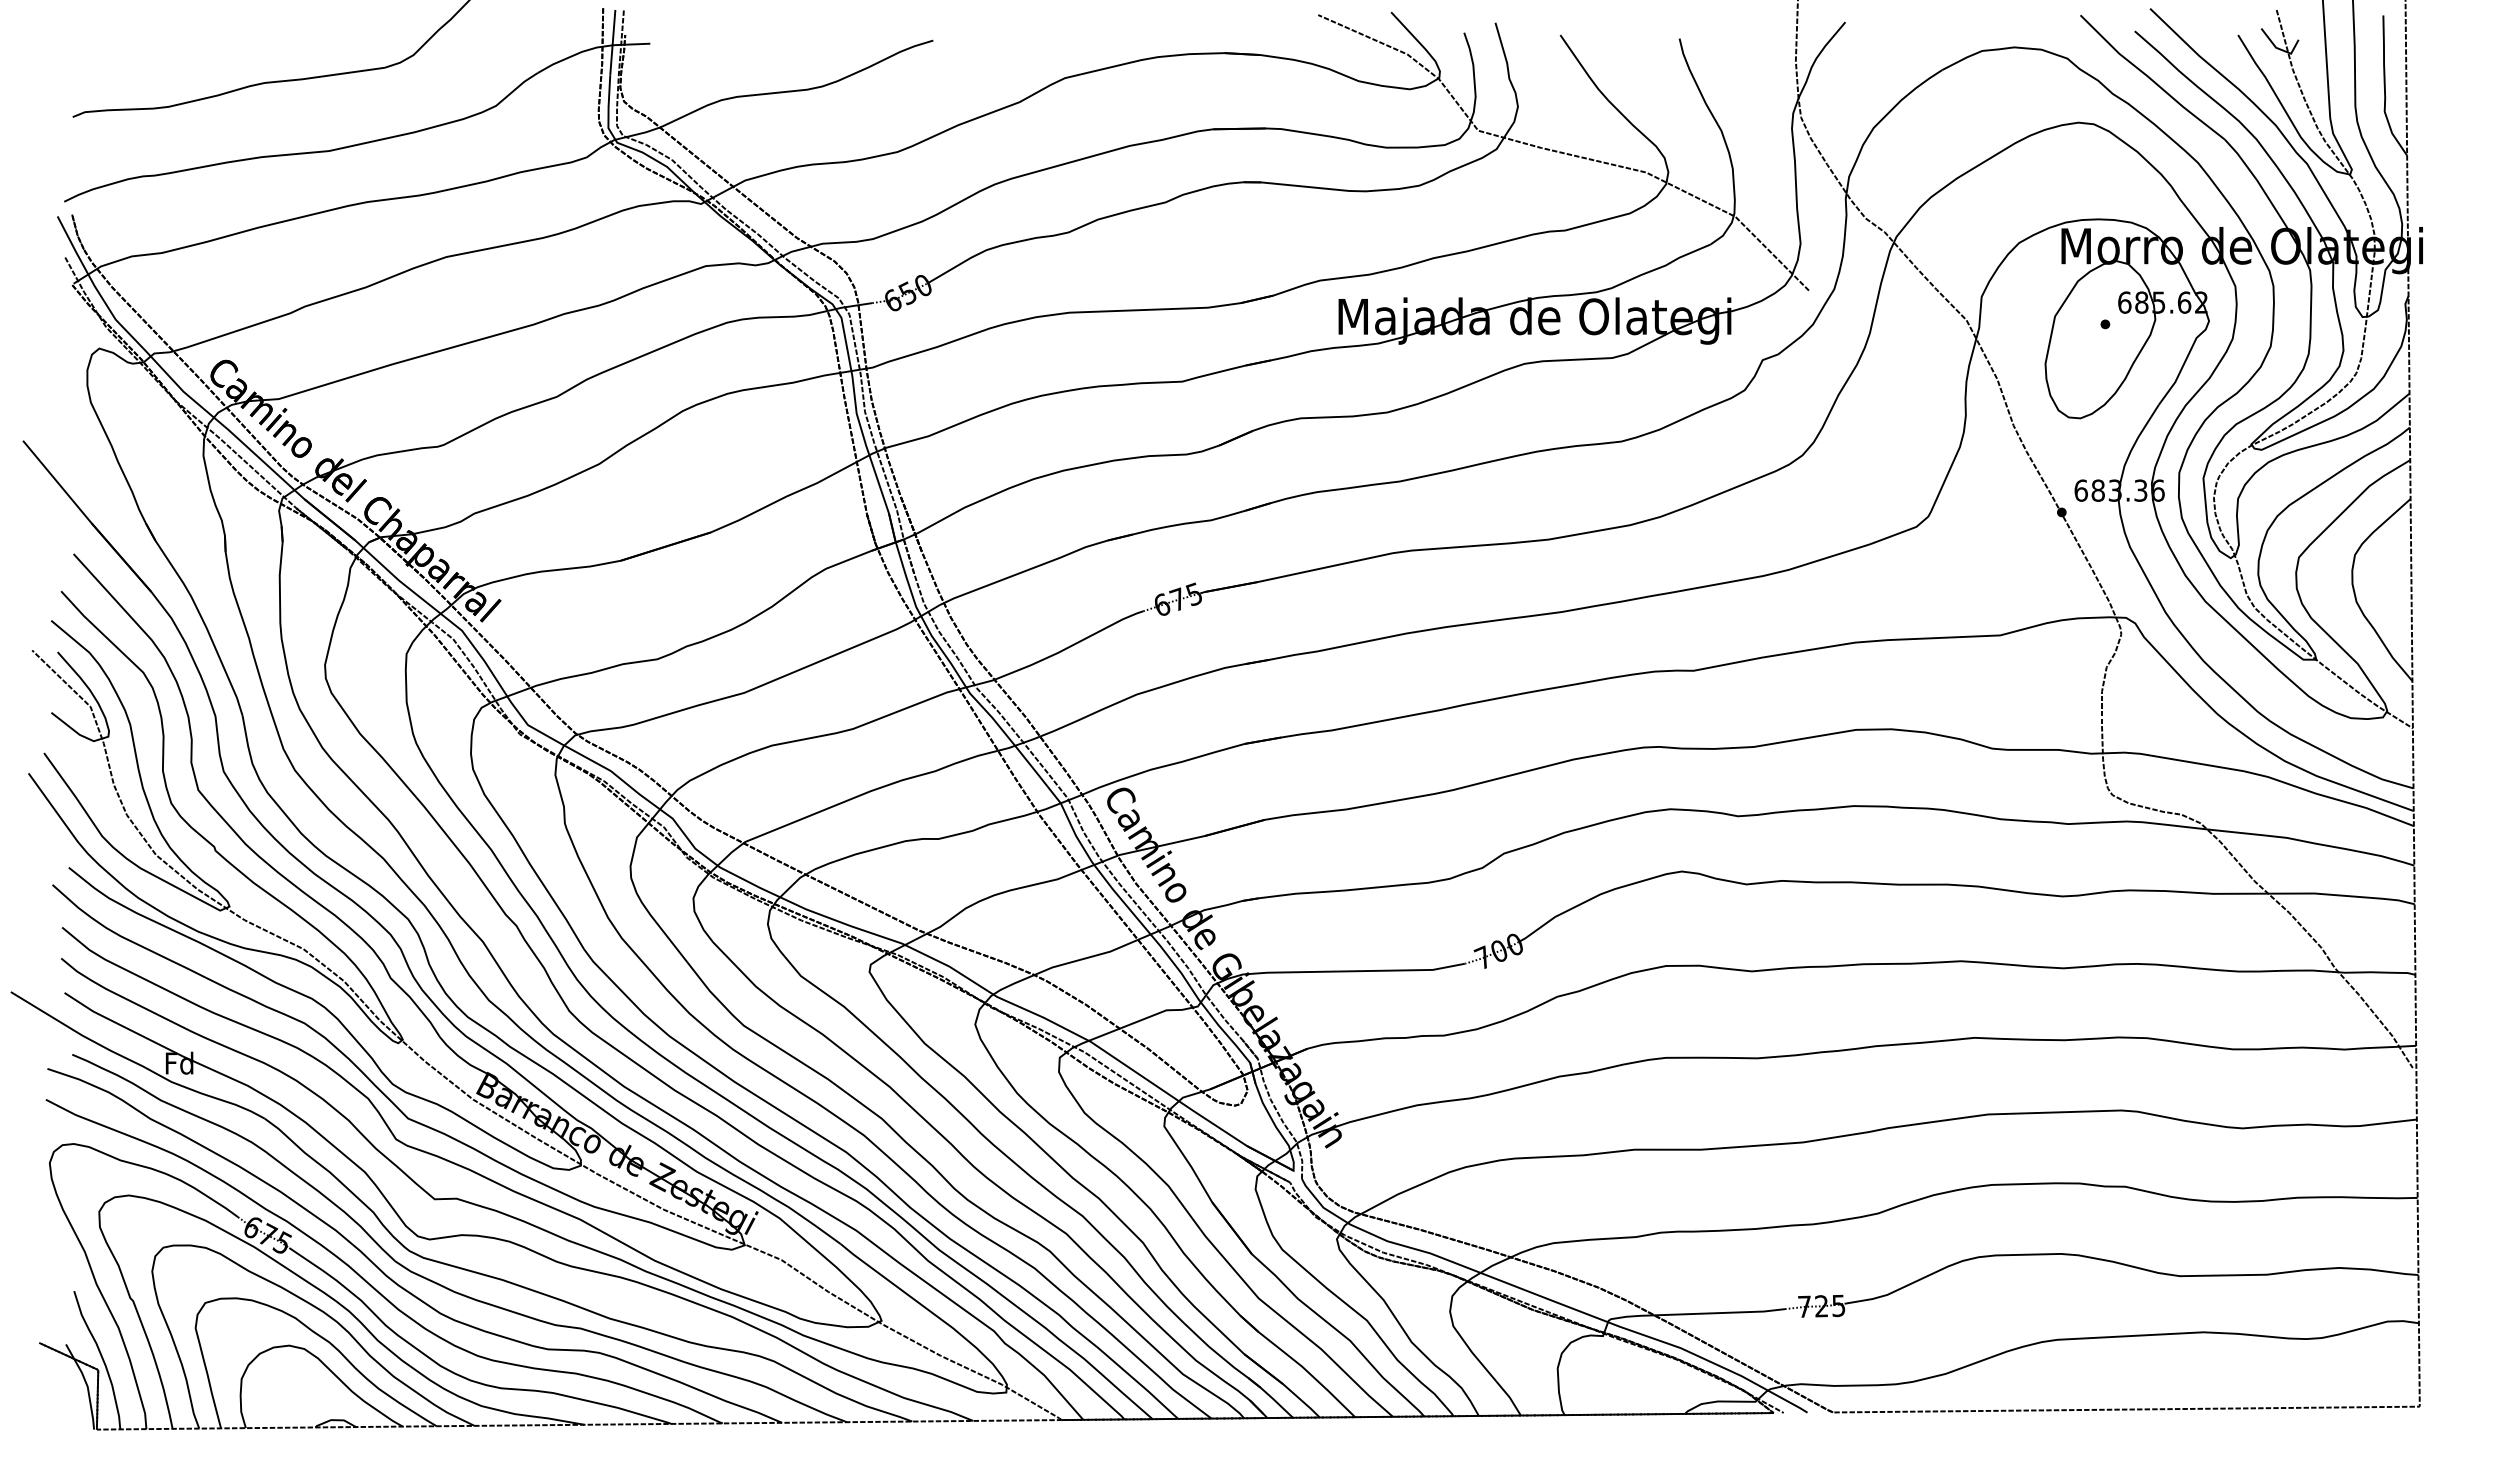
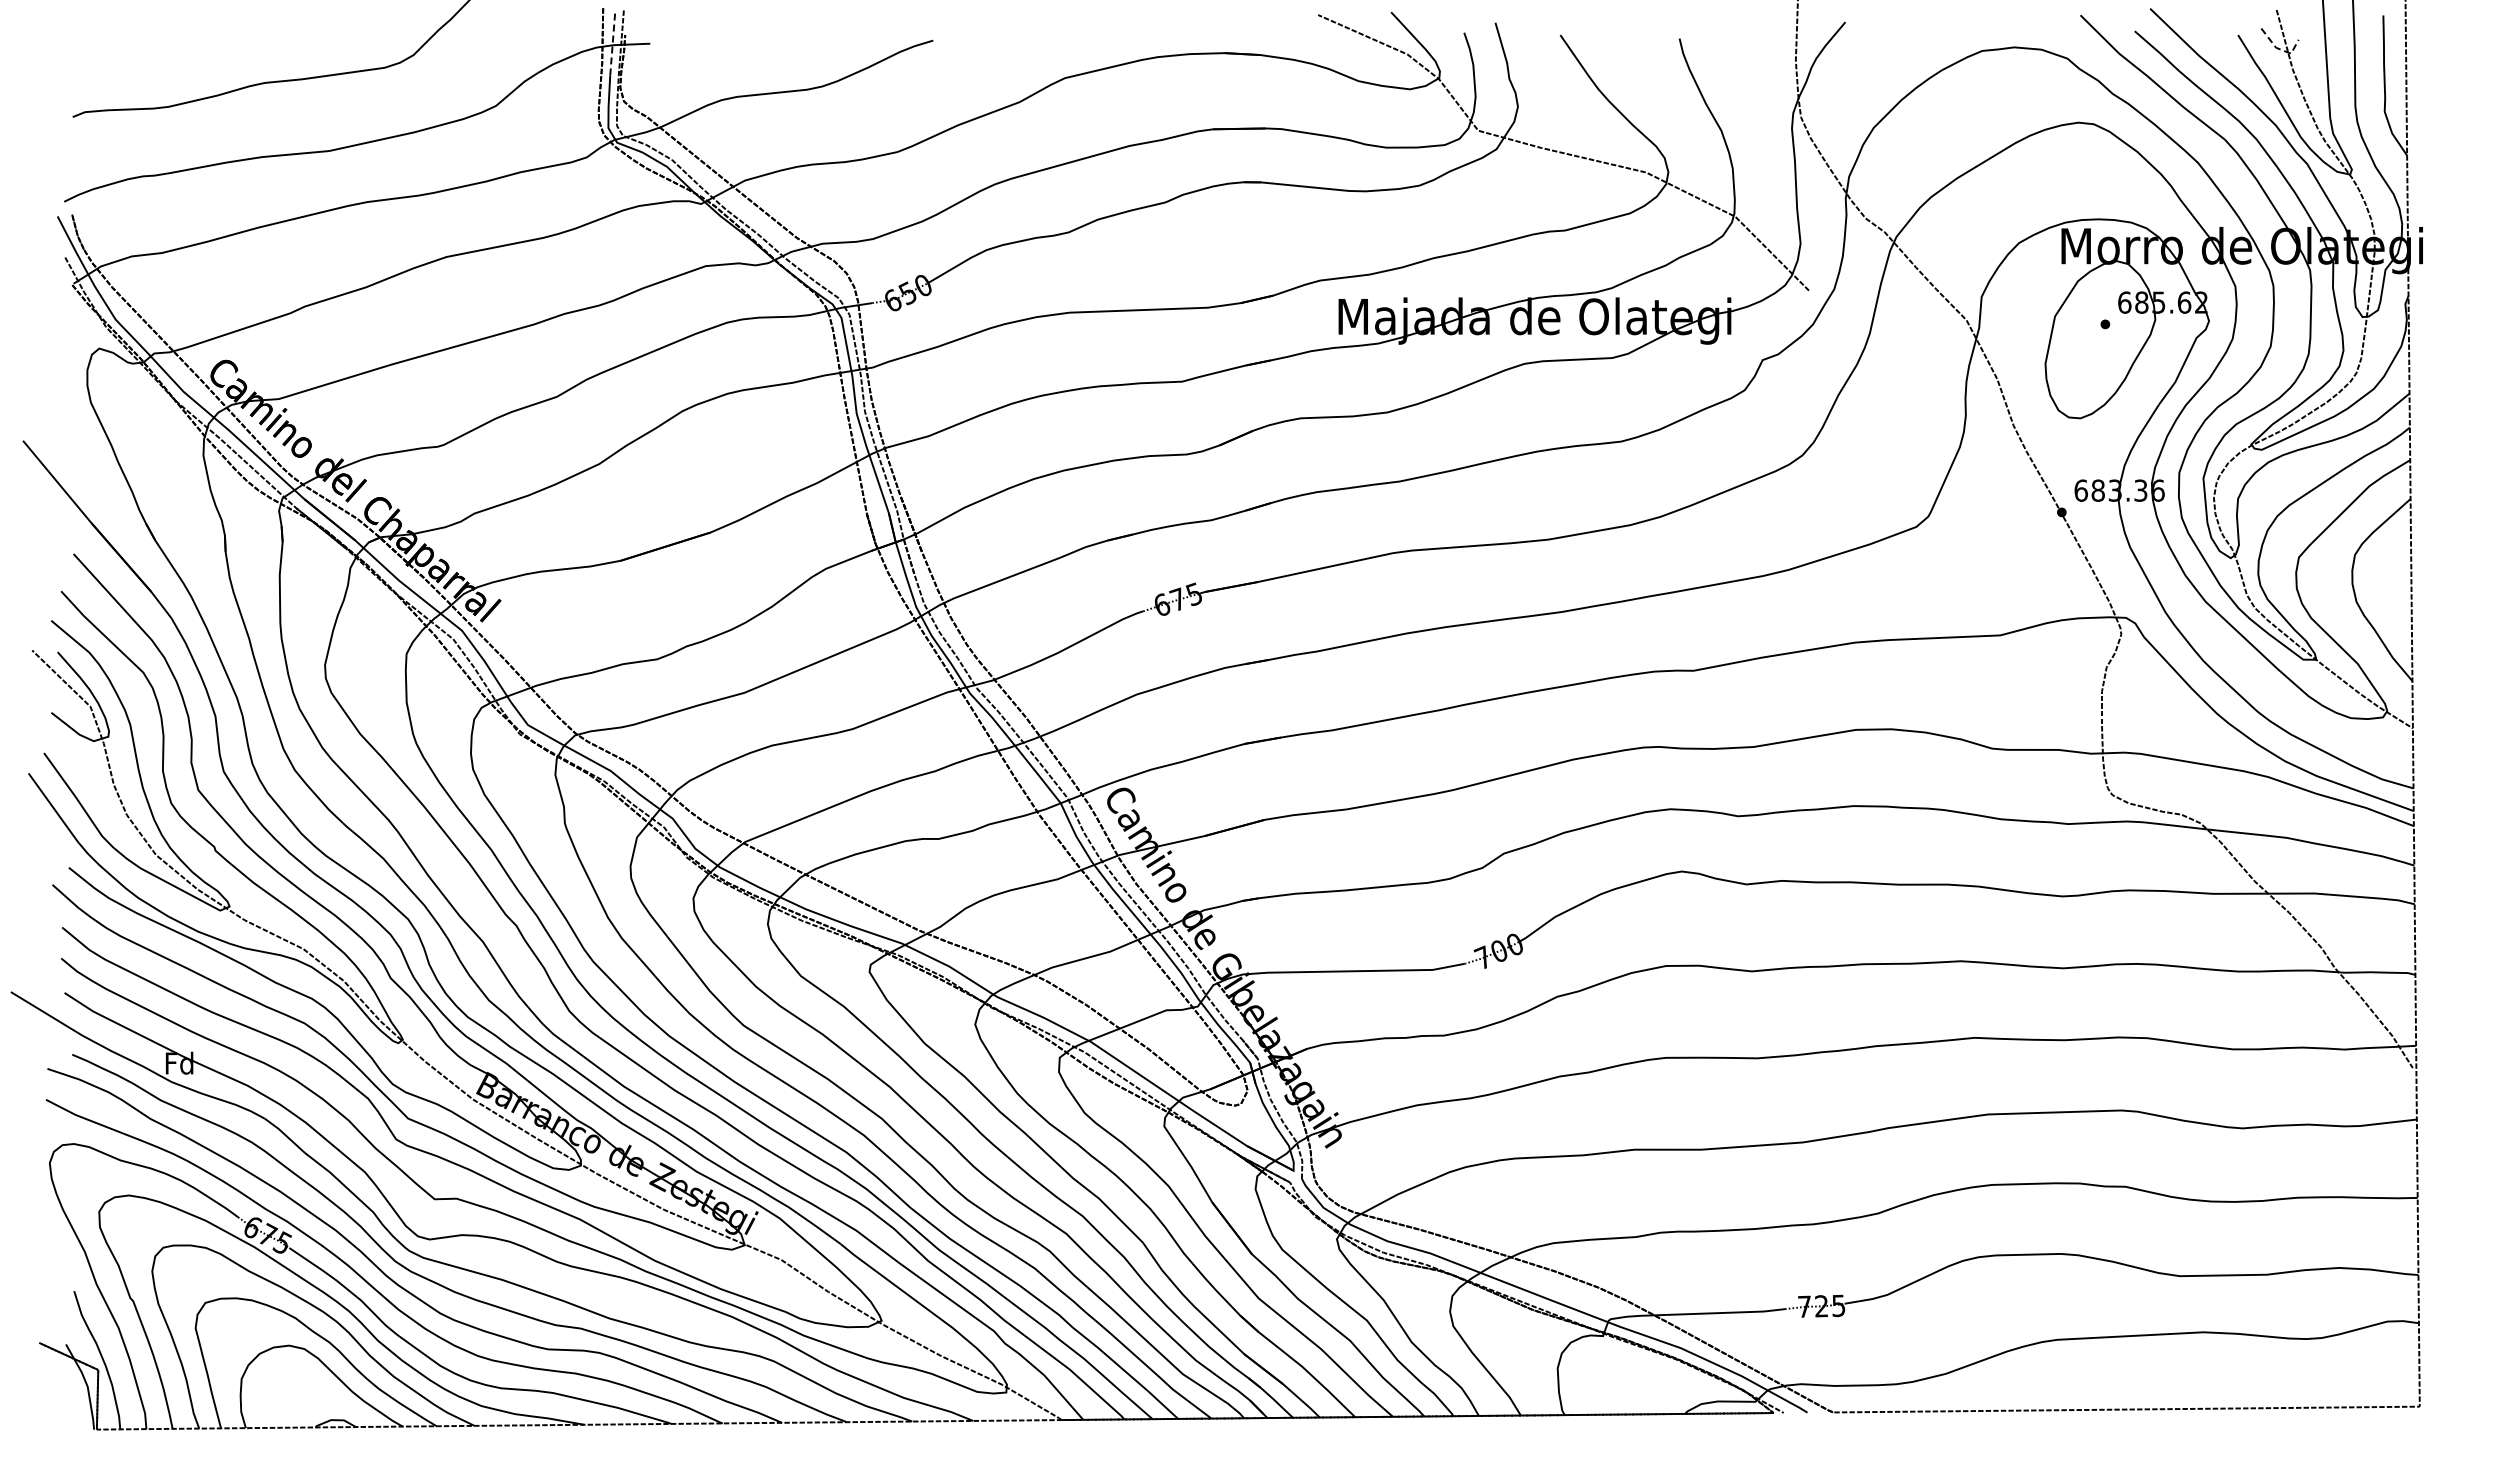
line at (612, 42): solid -> dashed
line at (2279, 49): solid -> dashed
